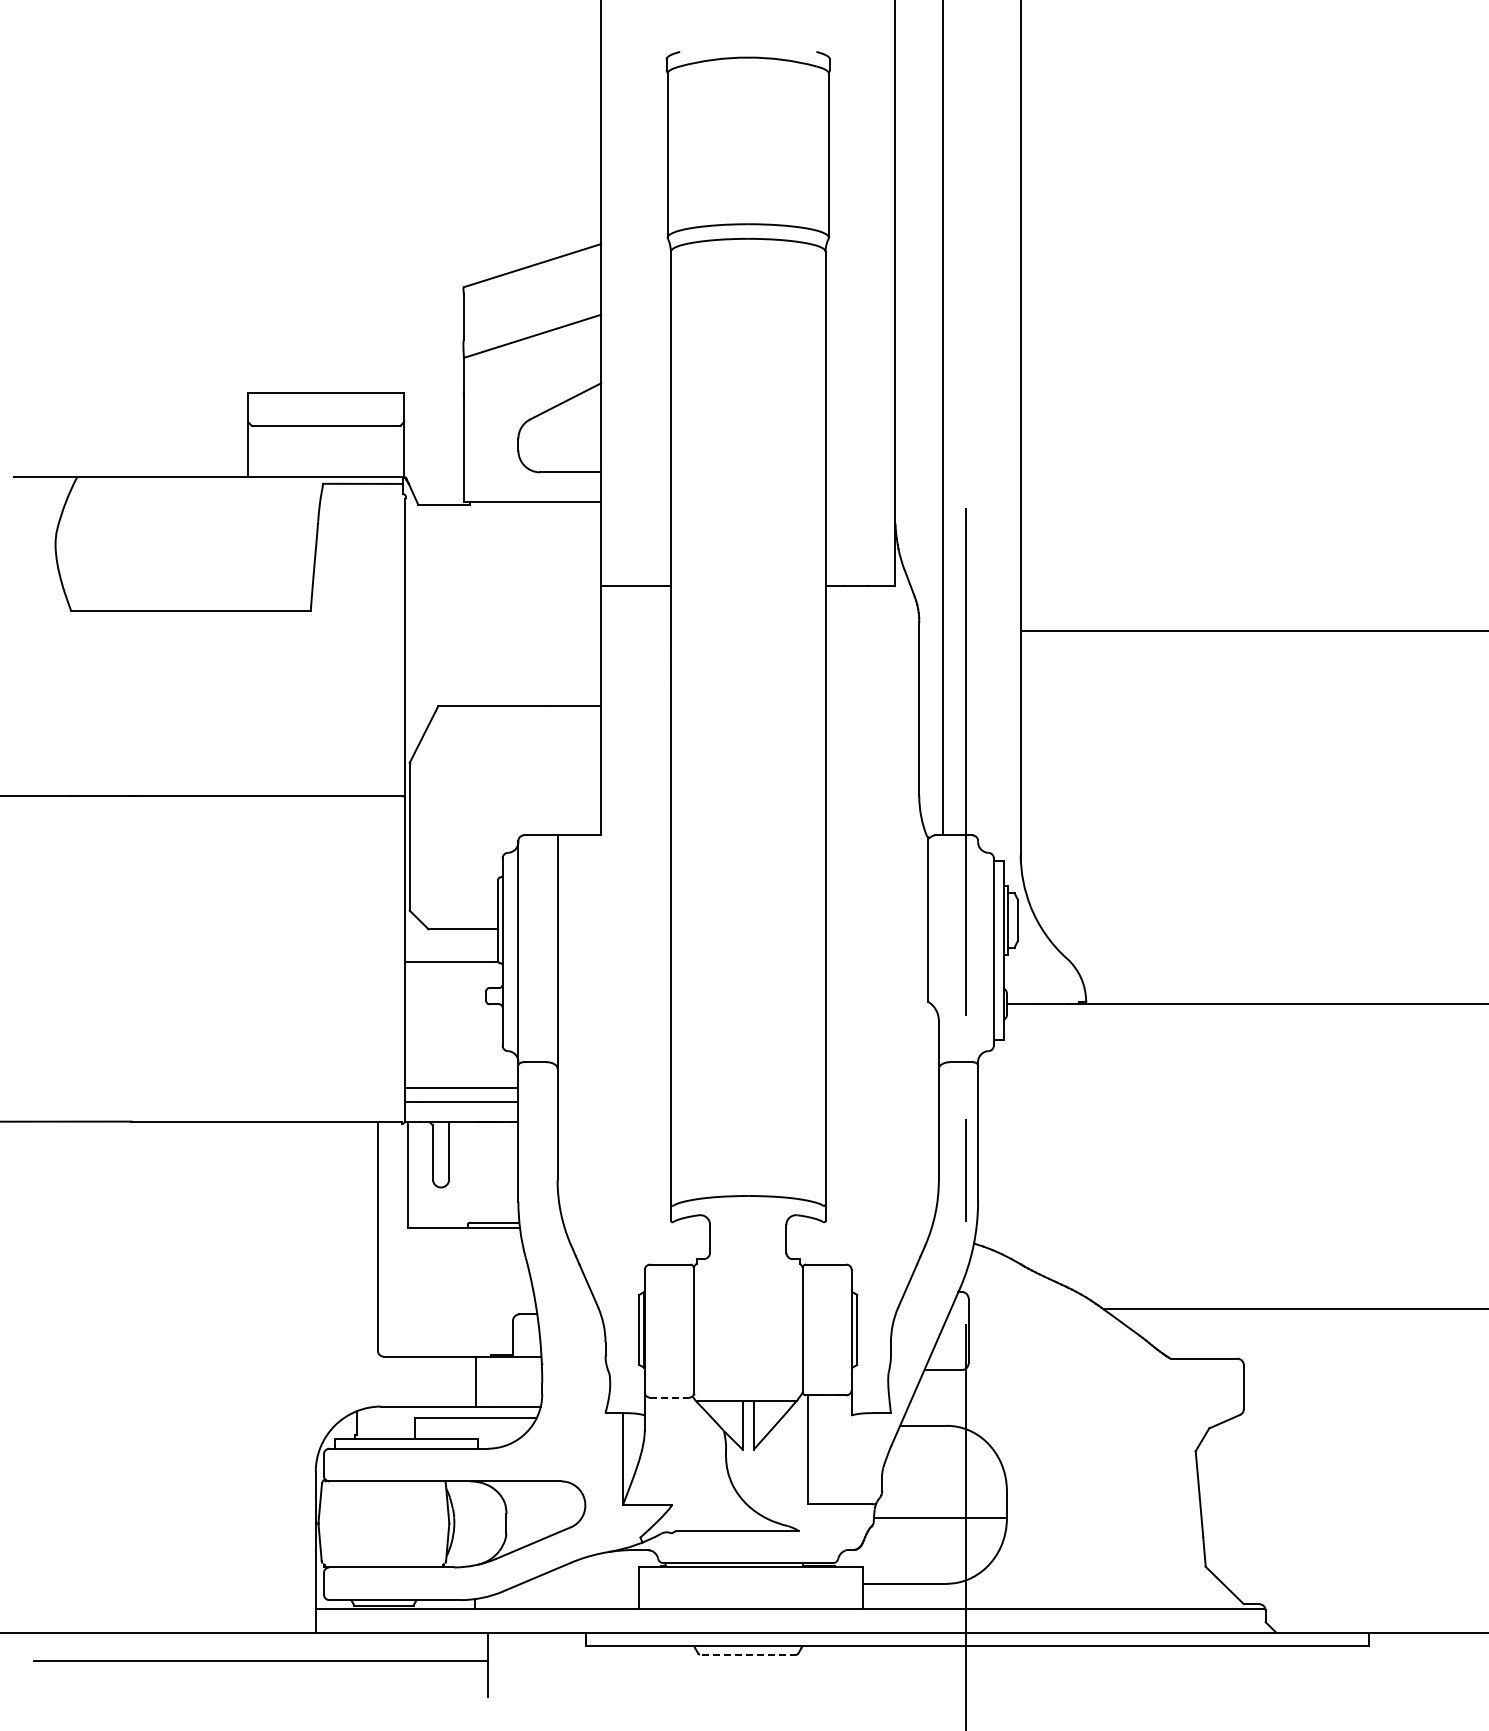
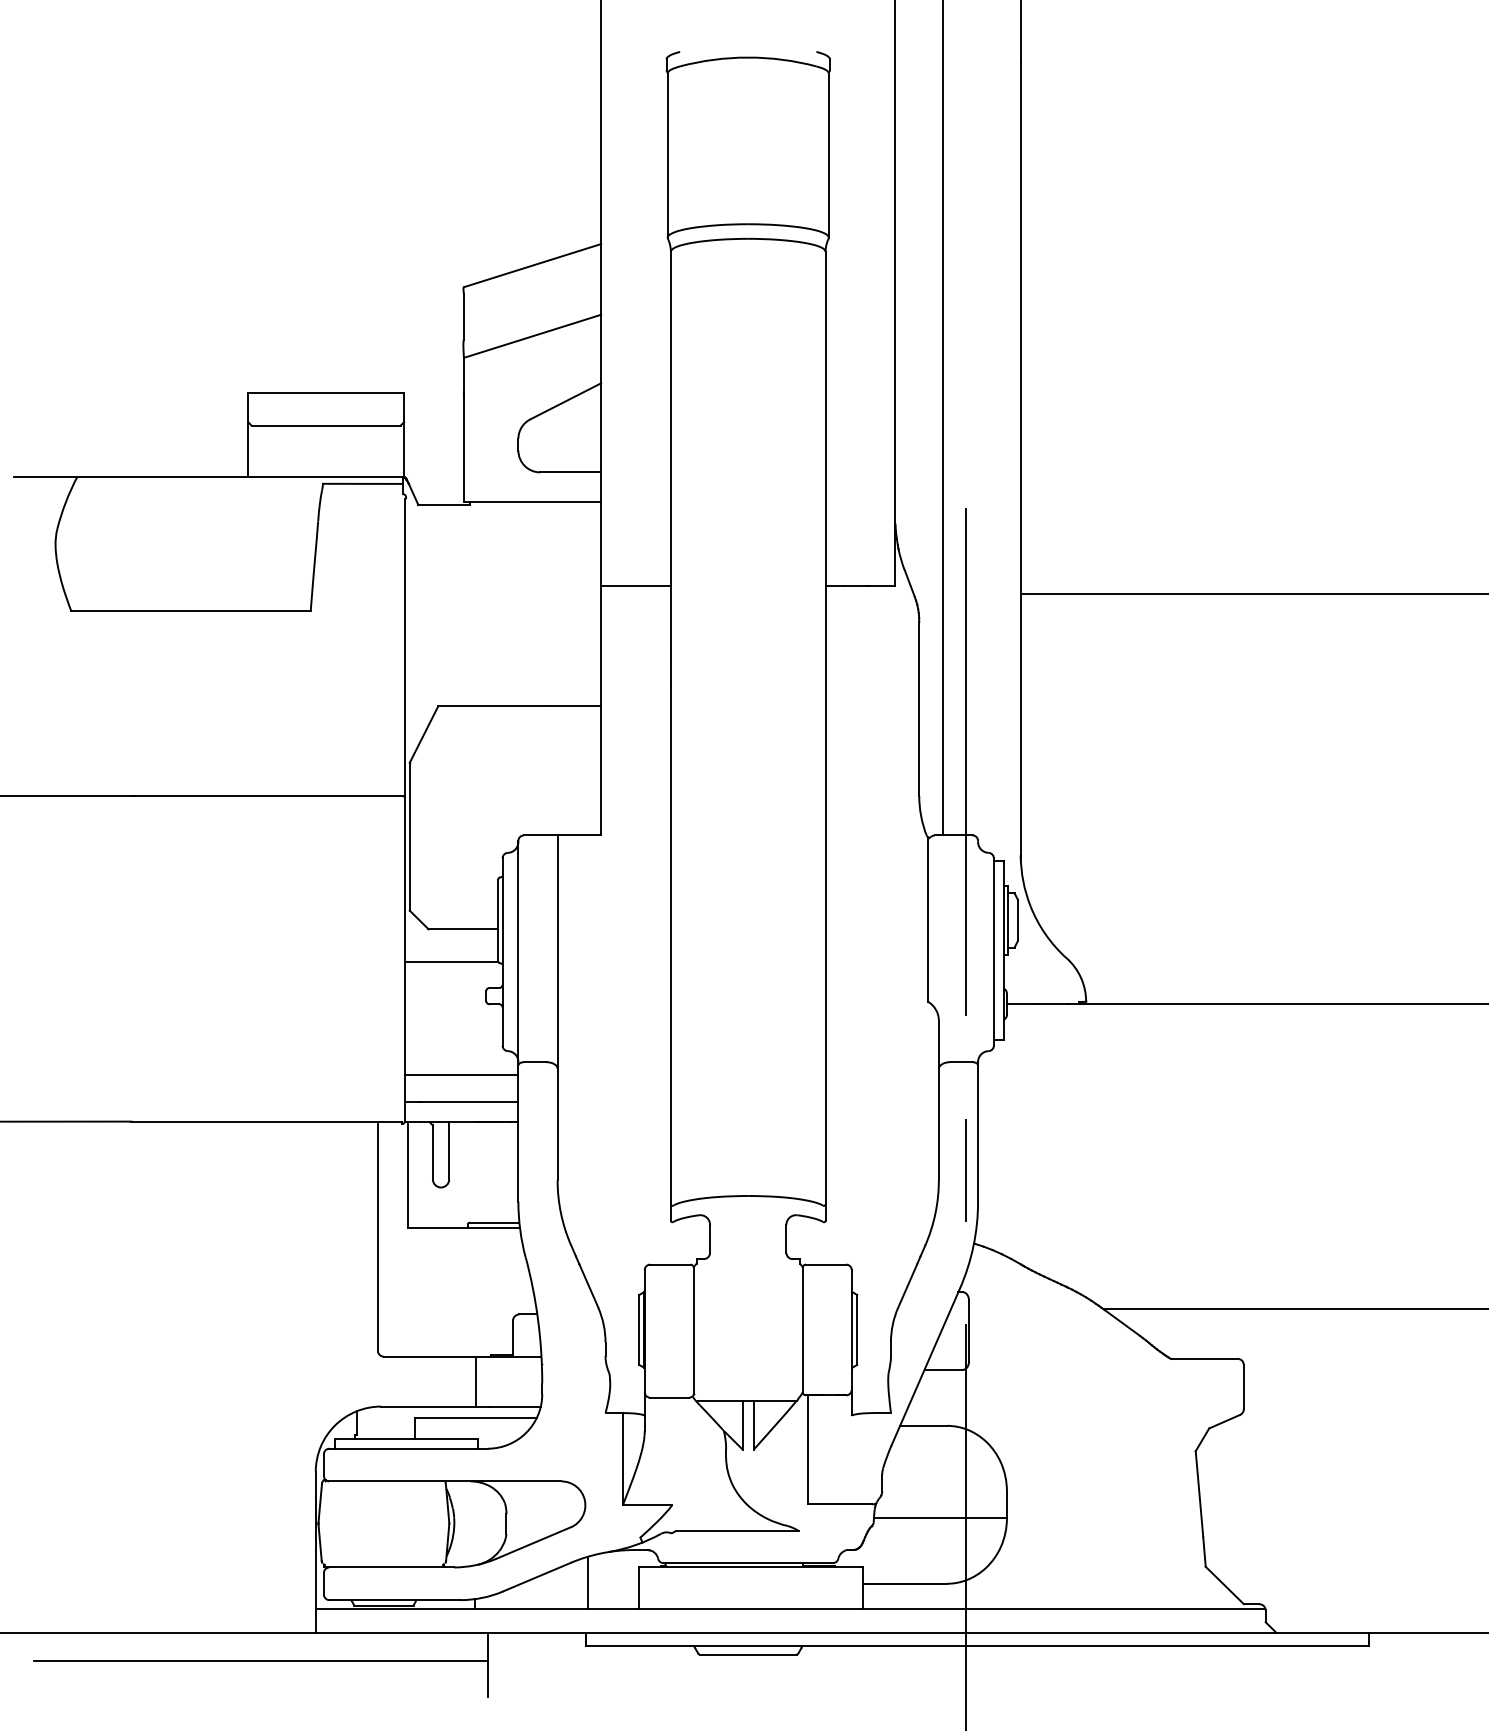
line at (1252, 630) position: (1252, 630) -> (1252, 593)
line at (461, 1088) position: (461, 1088) -> (461, 1075)
line at (670, 1397): dashed -> solid
line at (587, 1582): none -> present
line at (747, 1654): dashed -> solid
